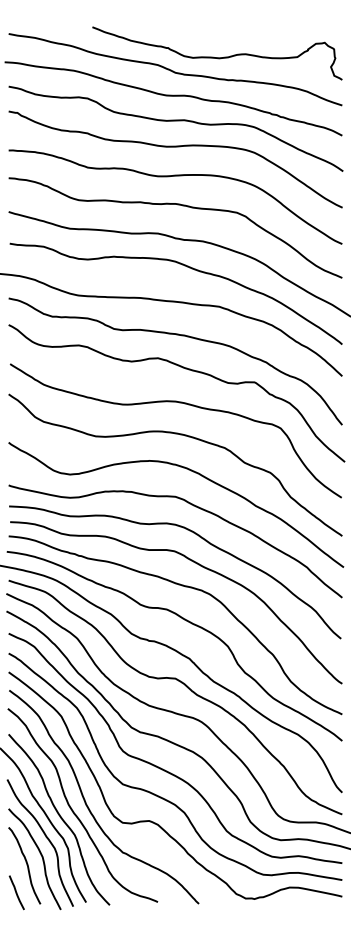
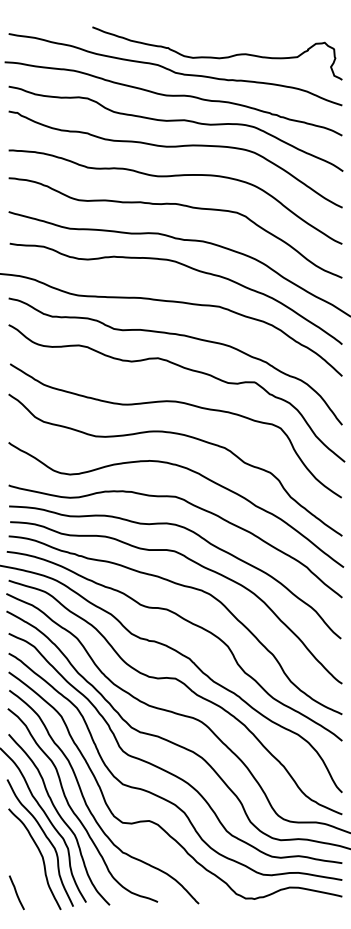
curve at (26, 865): present -> none
